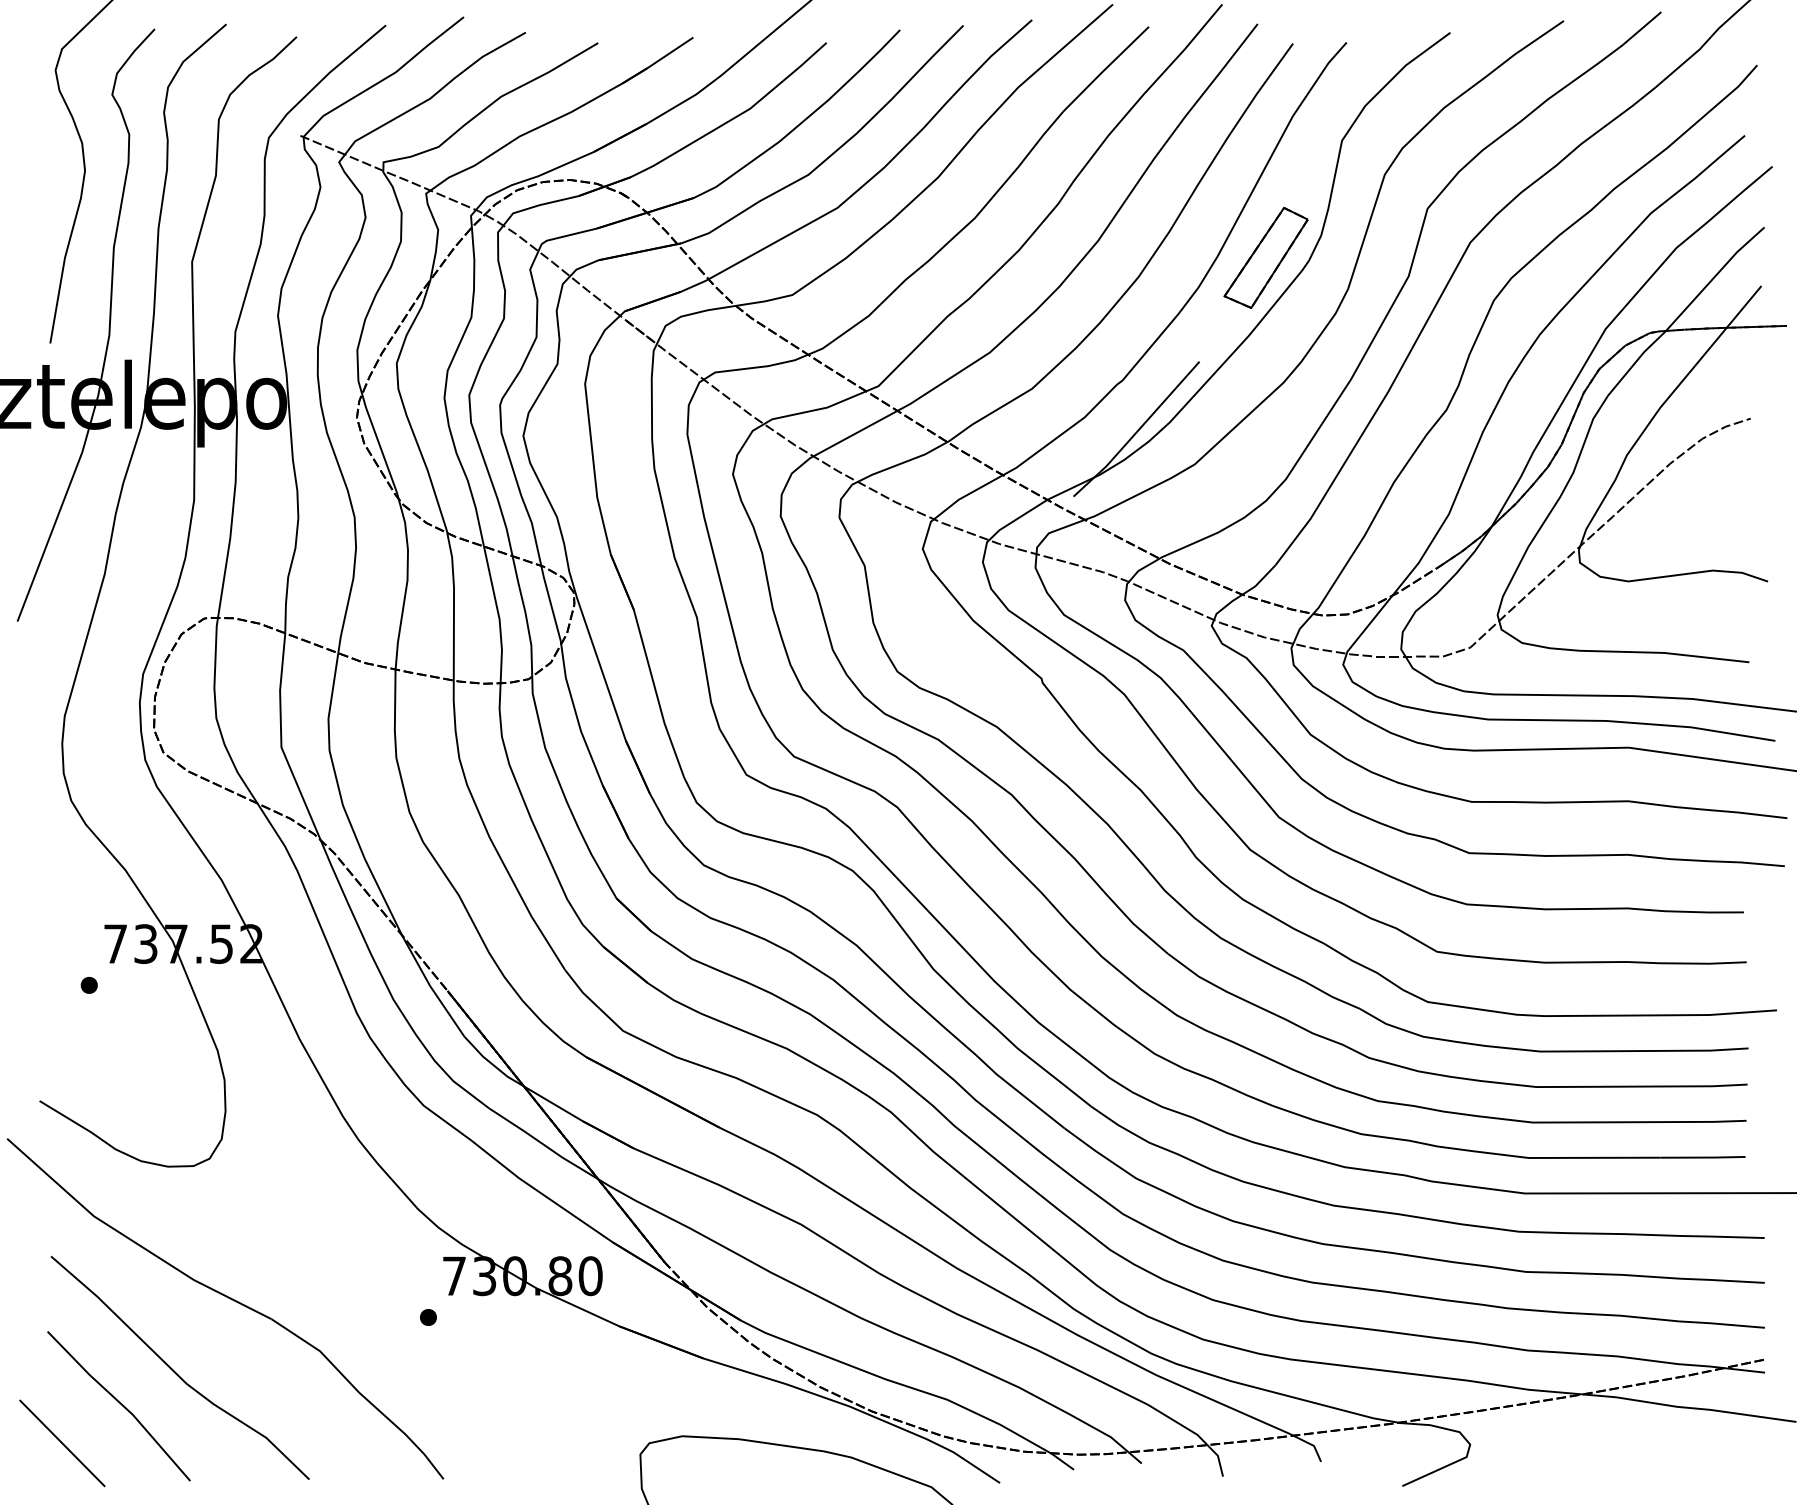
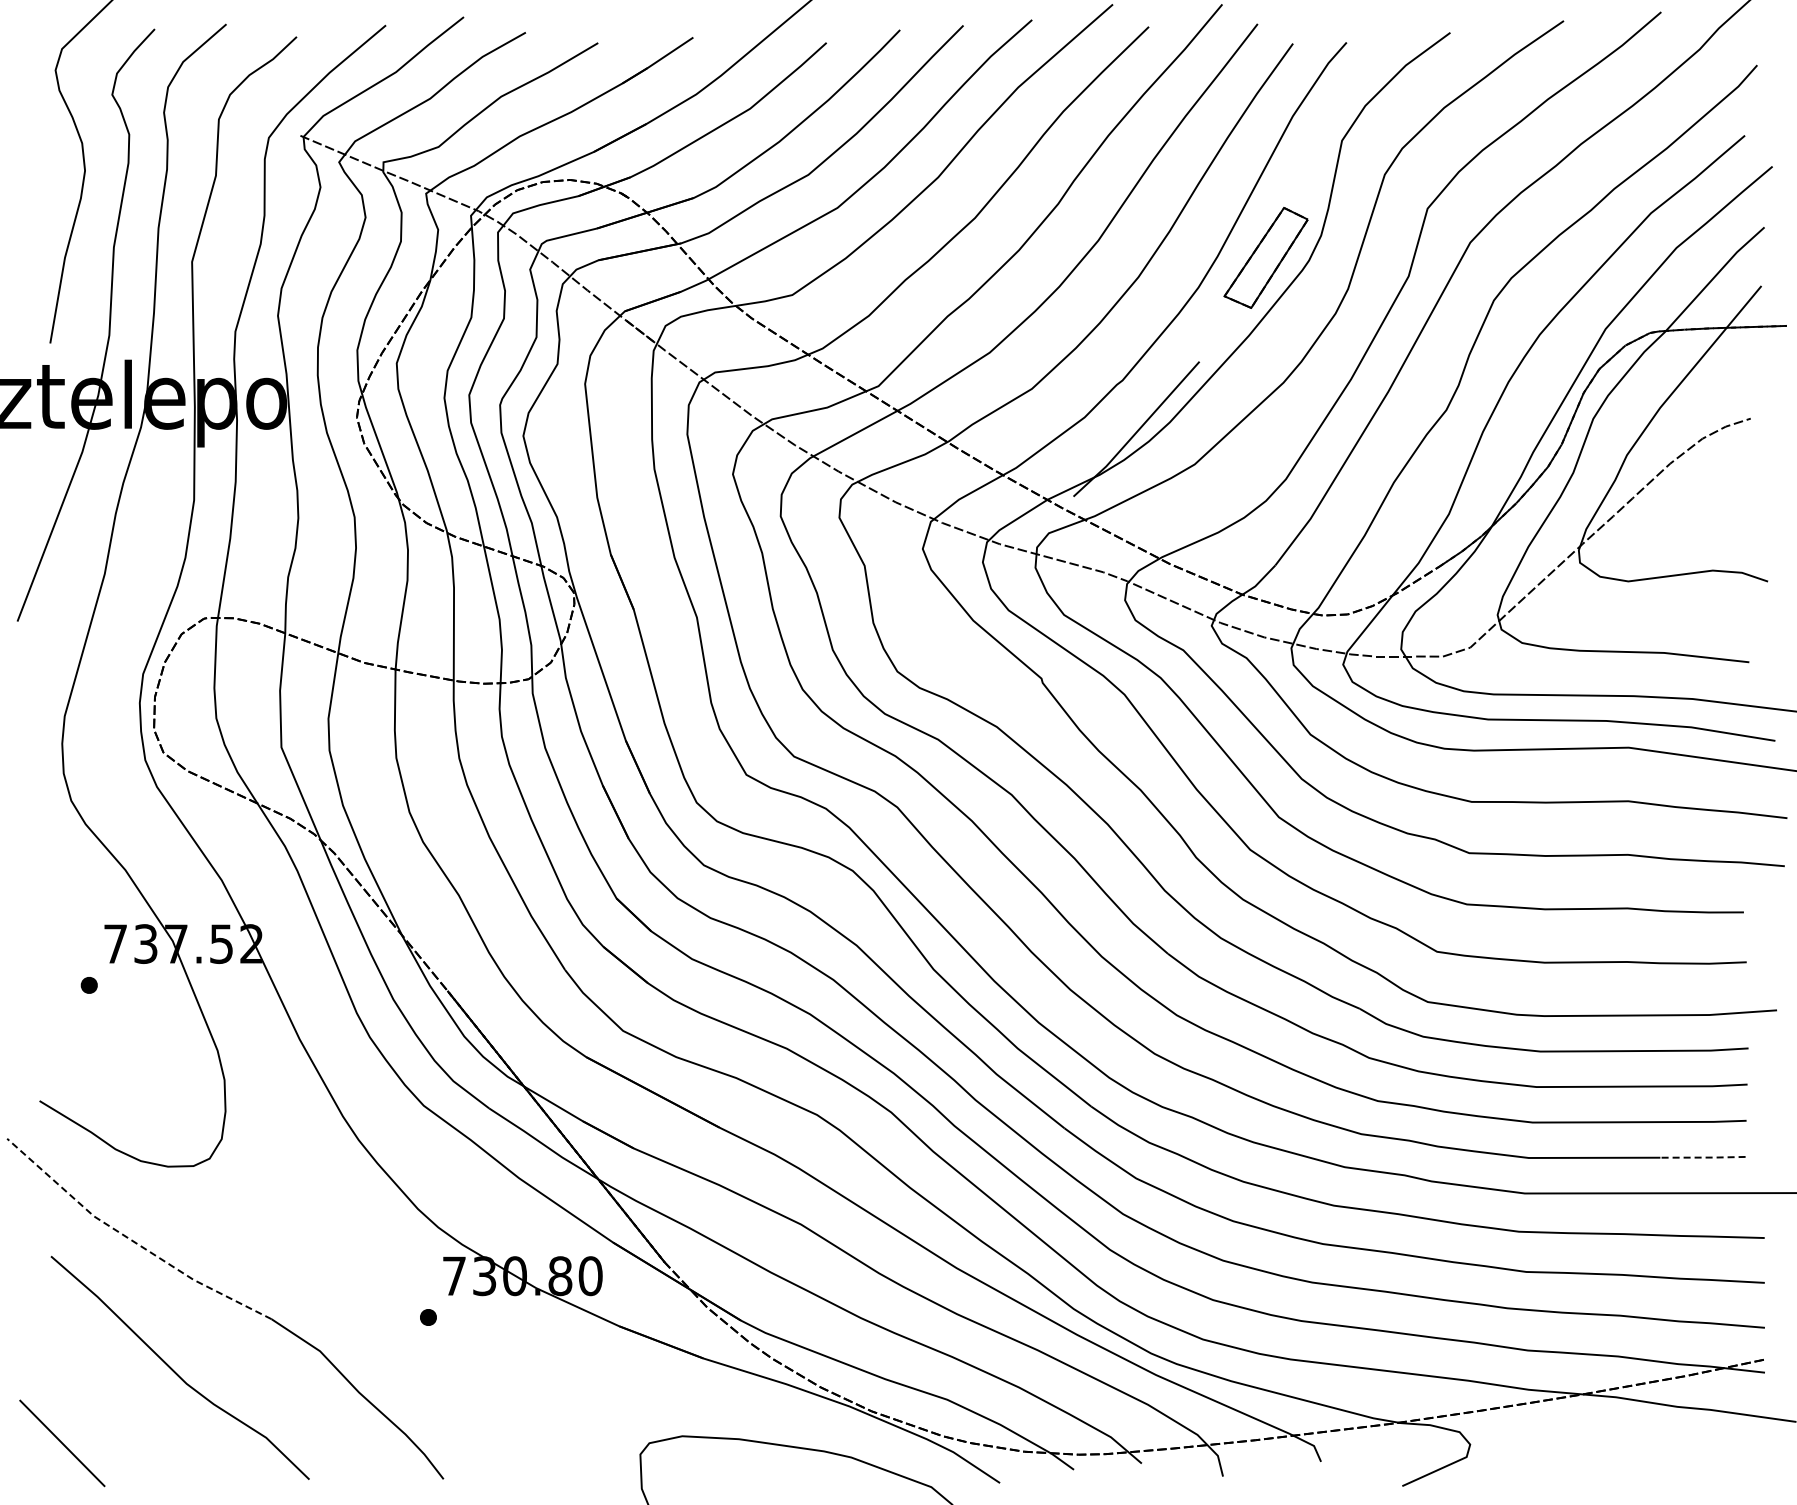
line at (1703, 1157): solid -> dashed
line at (131, 1240): solid -> dashed
line at (120, 1404): present -> none
